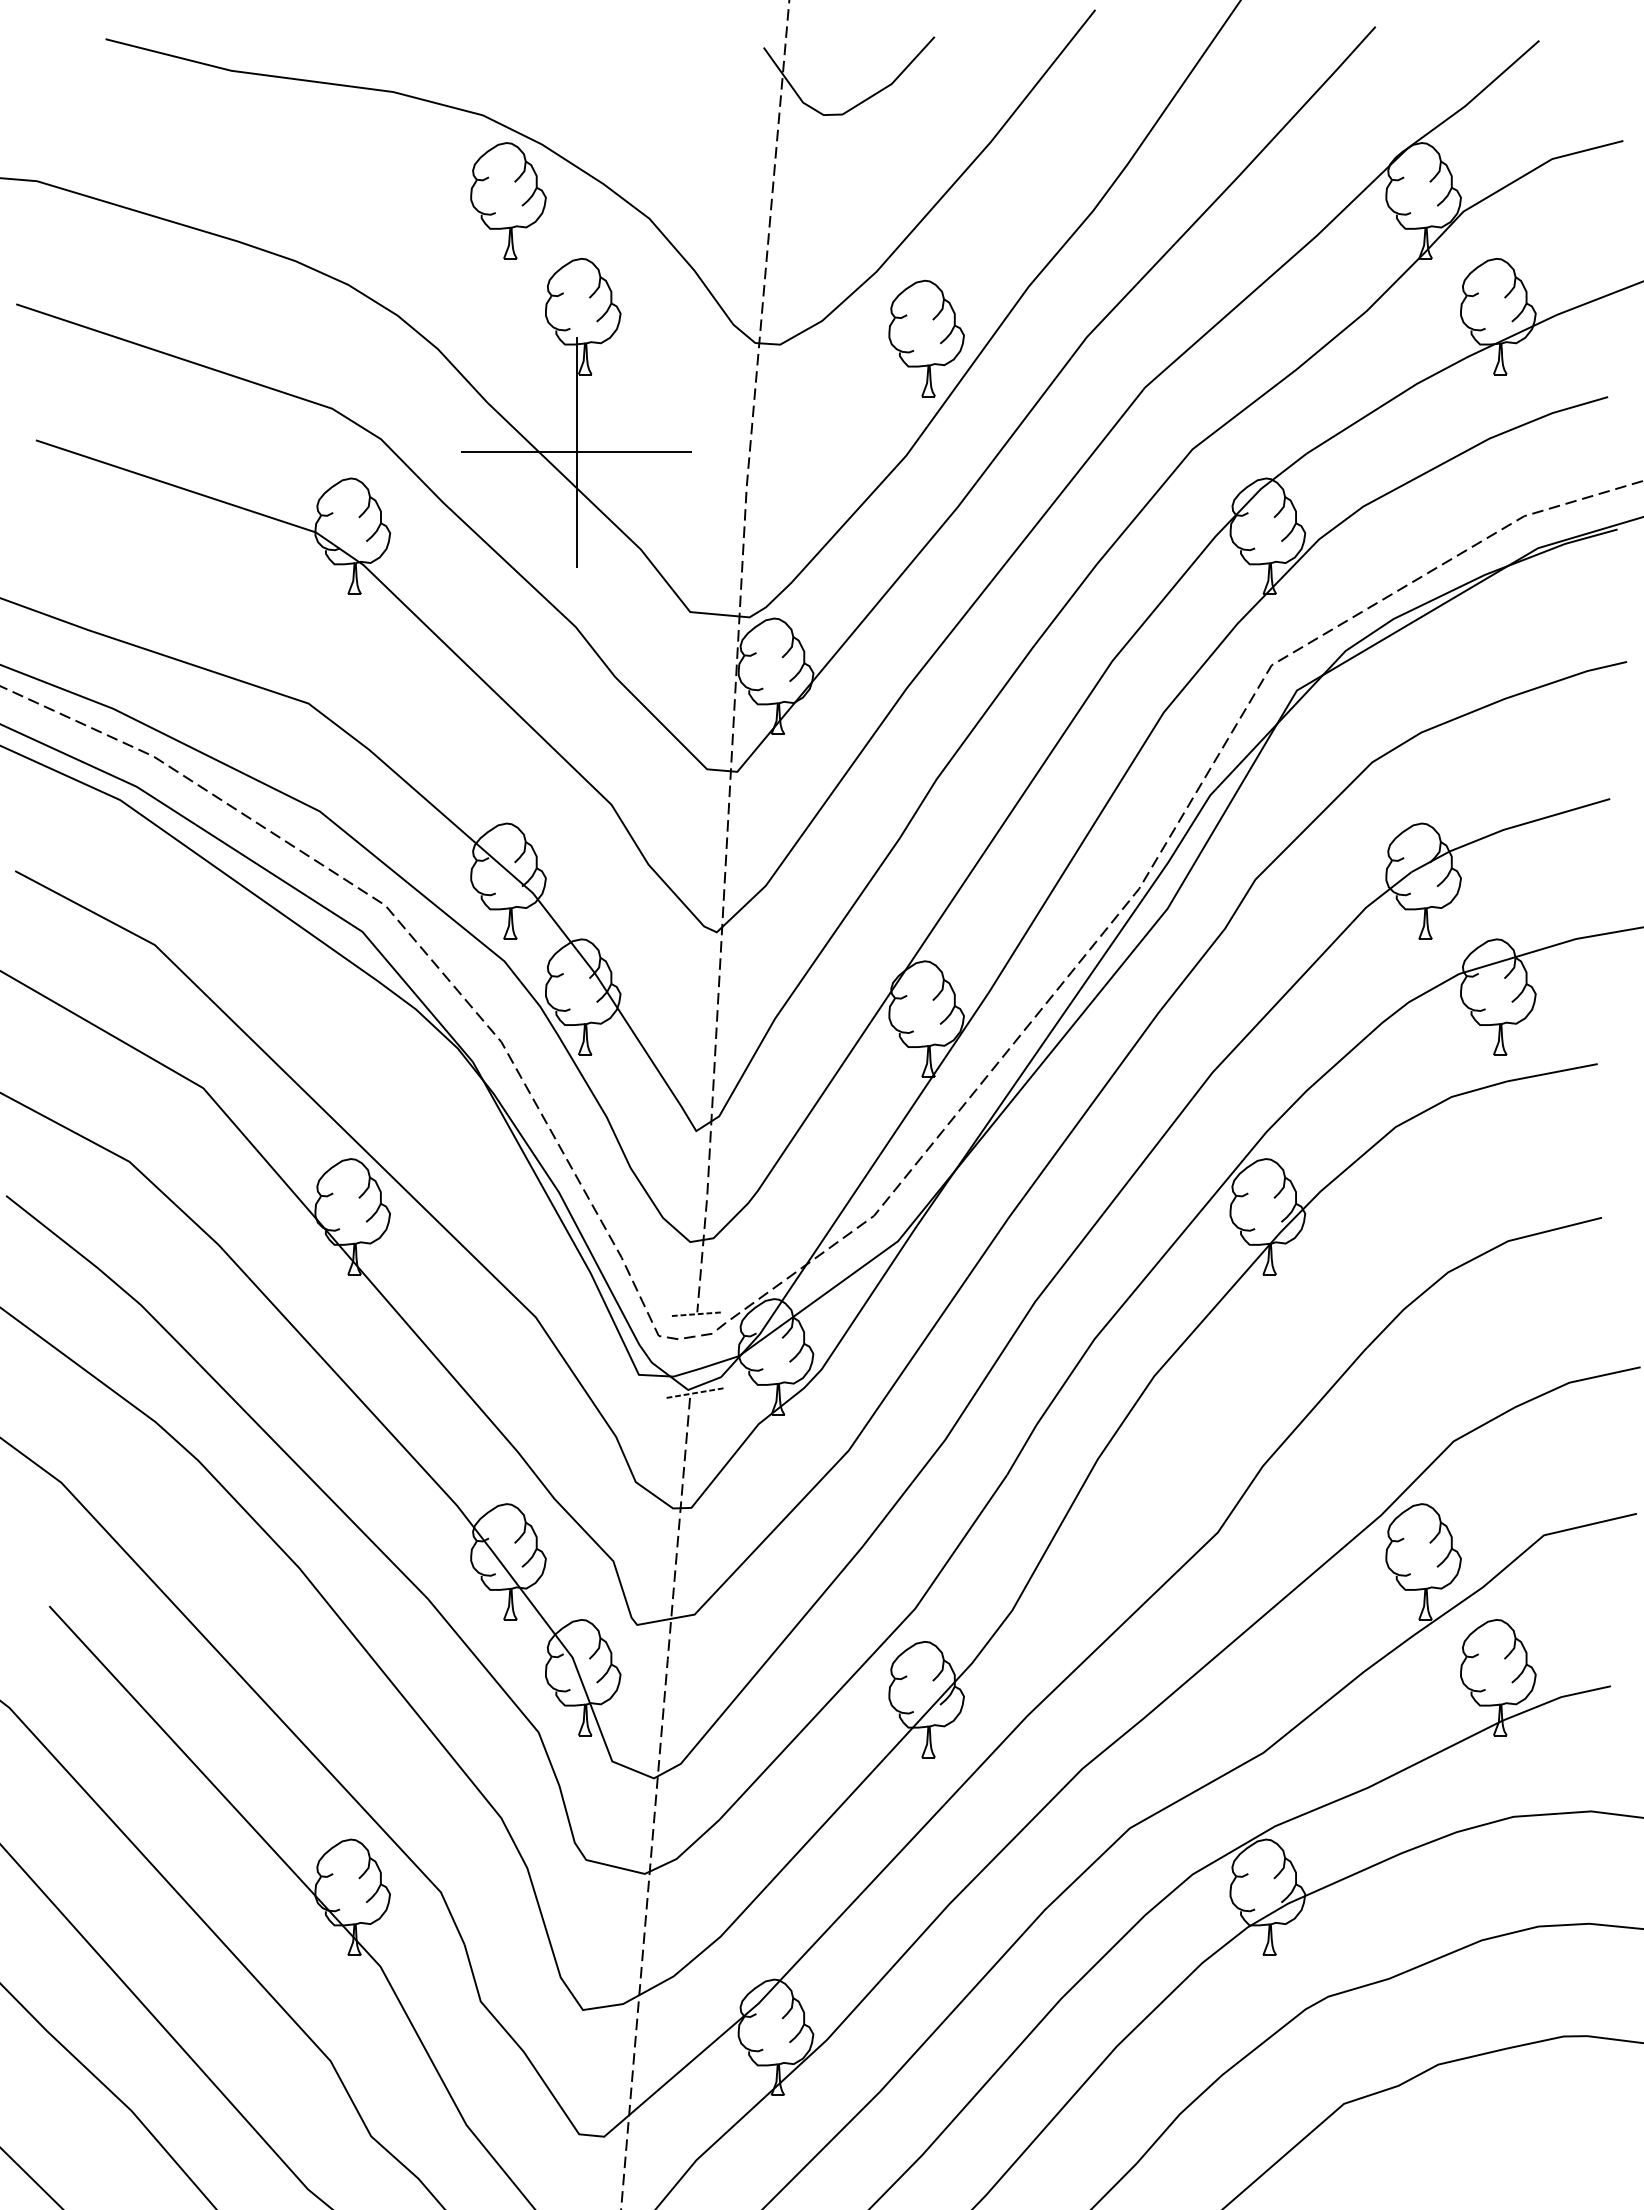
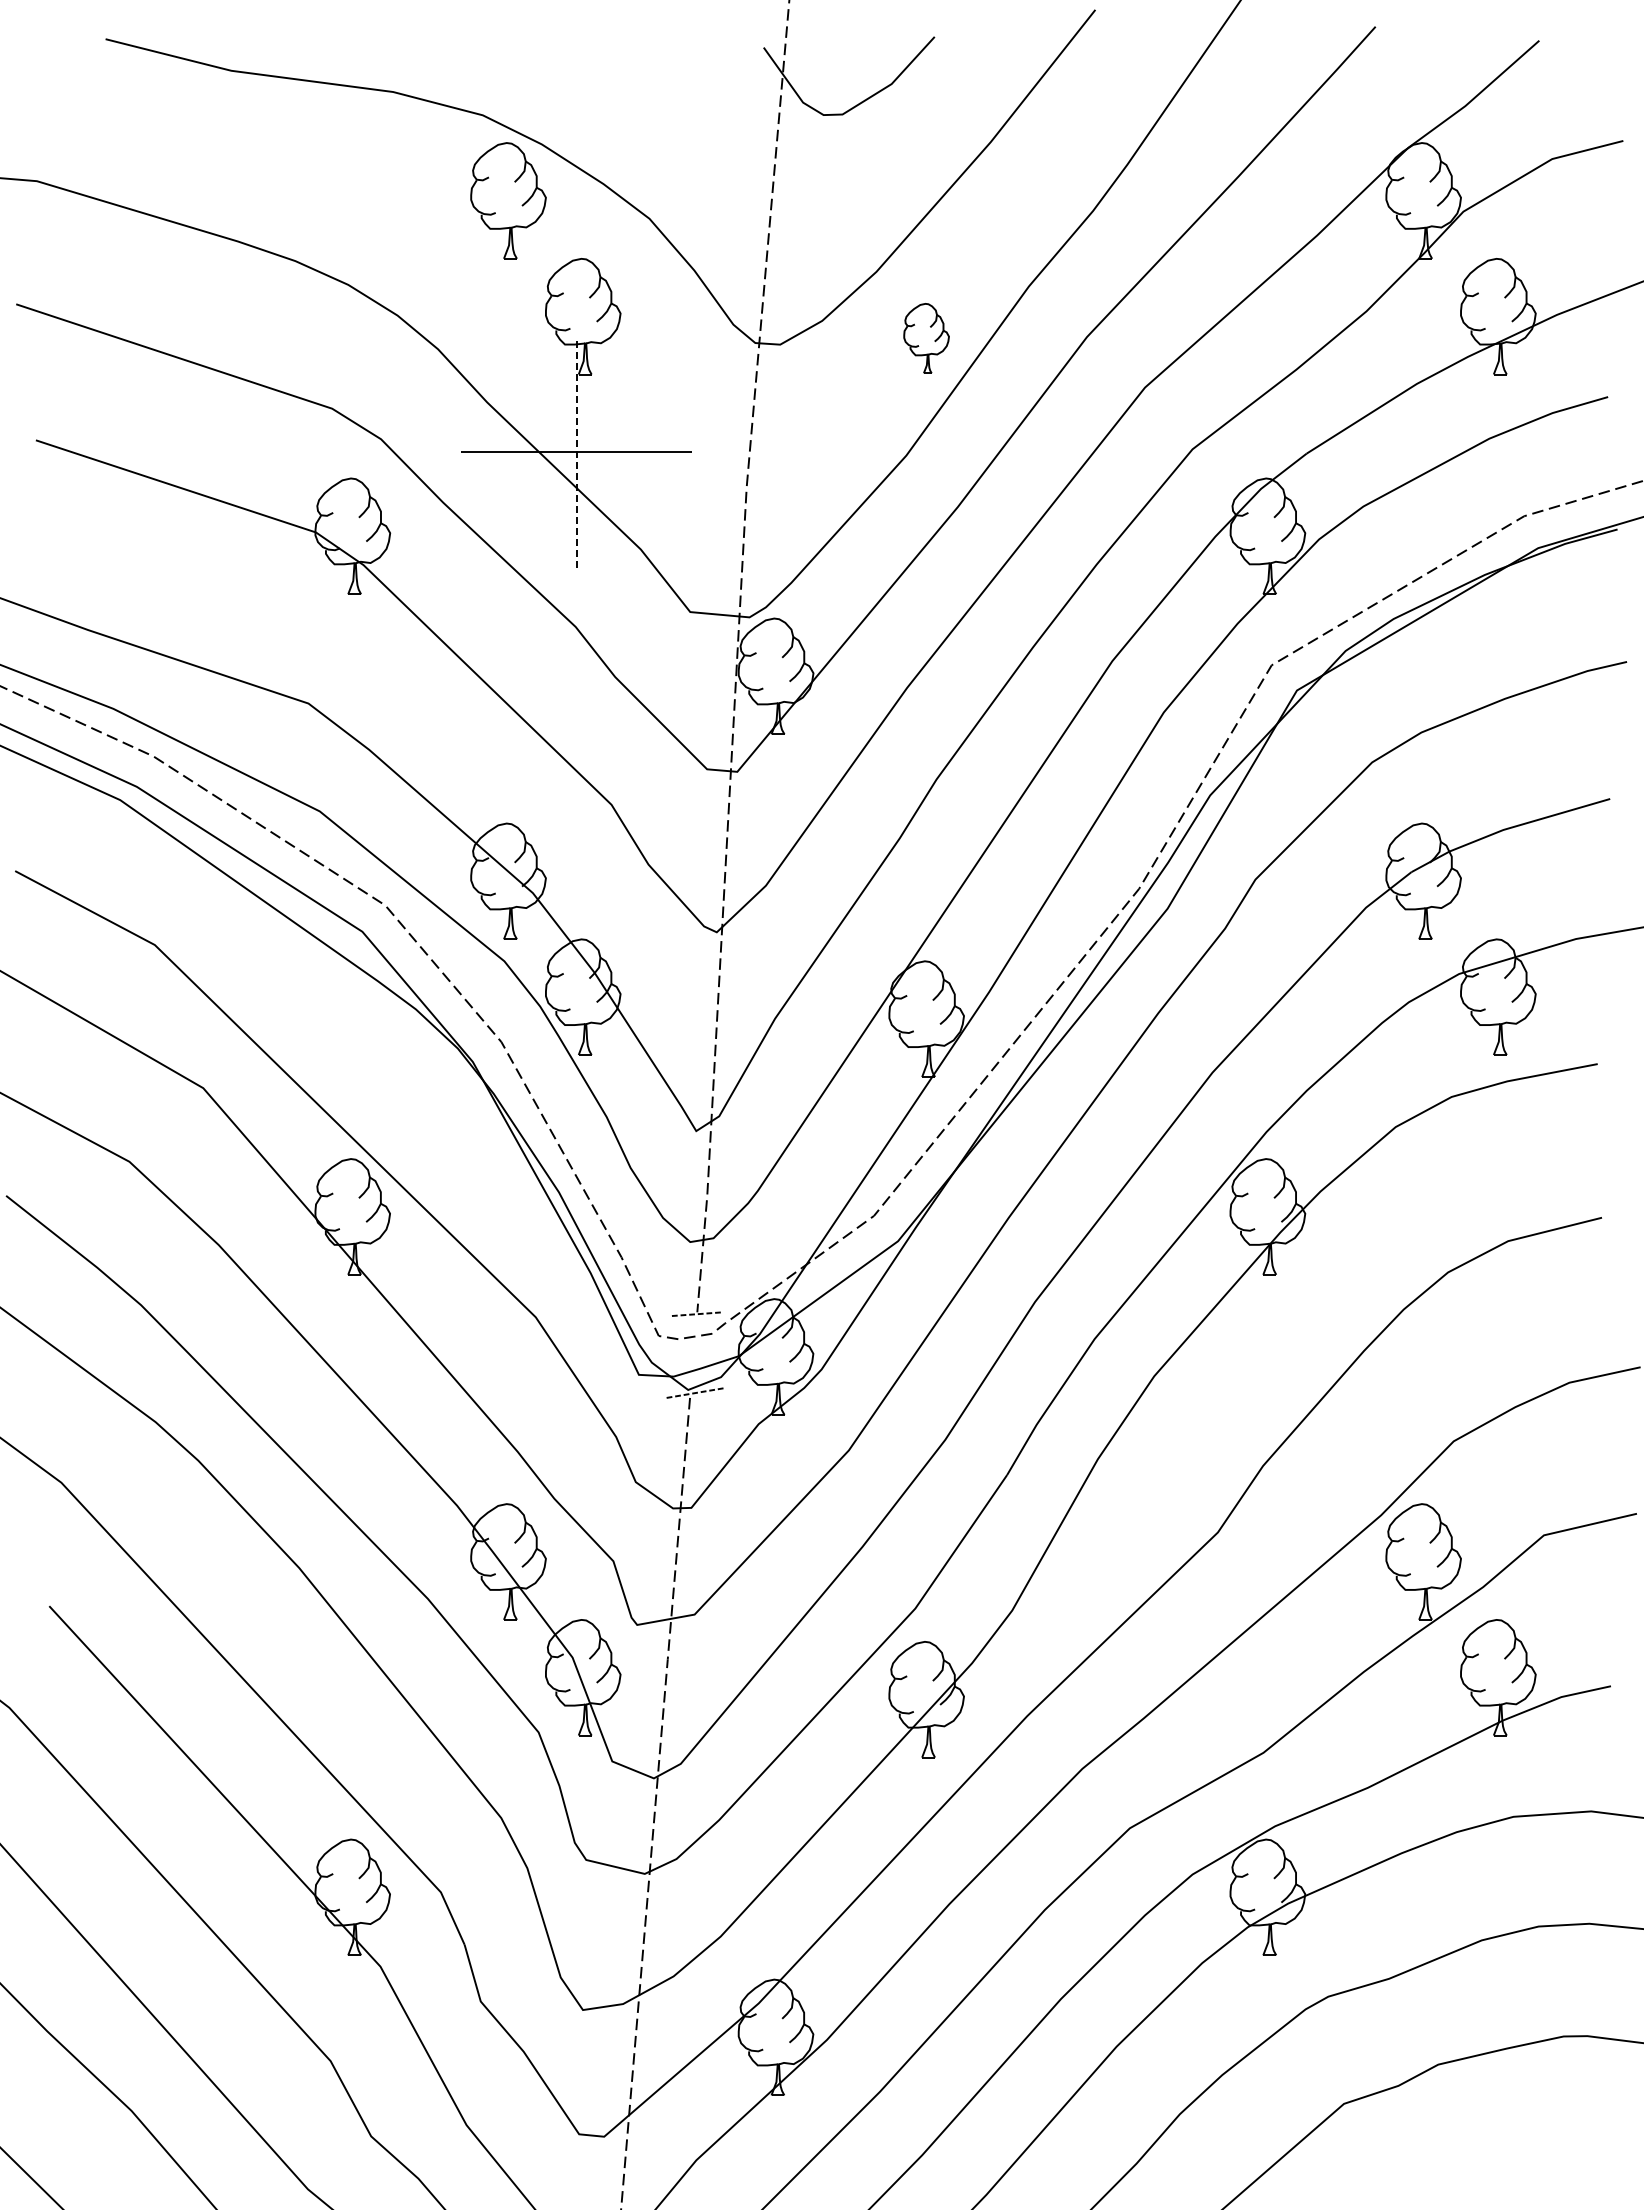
part at (926, 338) size: 77x119 px -> 47x71 px
line at (576, 451): solid -> dashed
